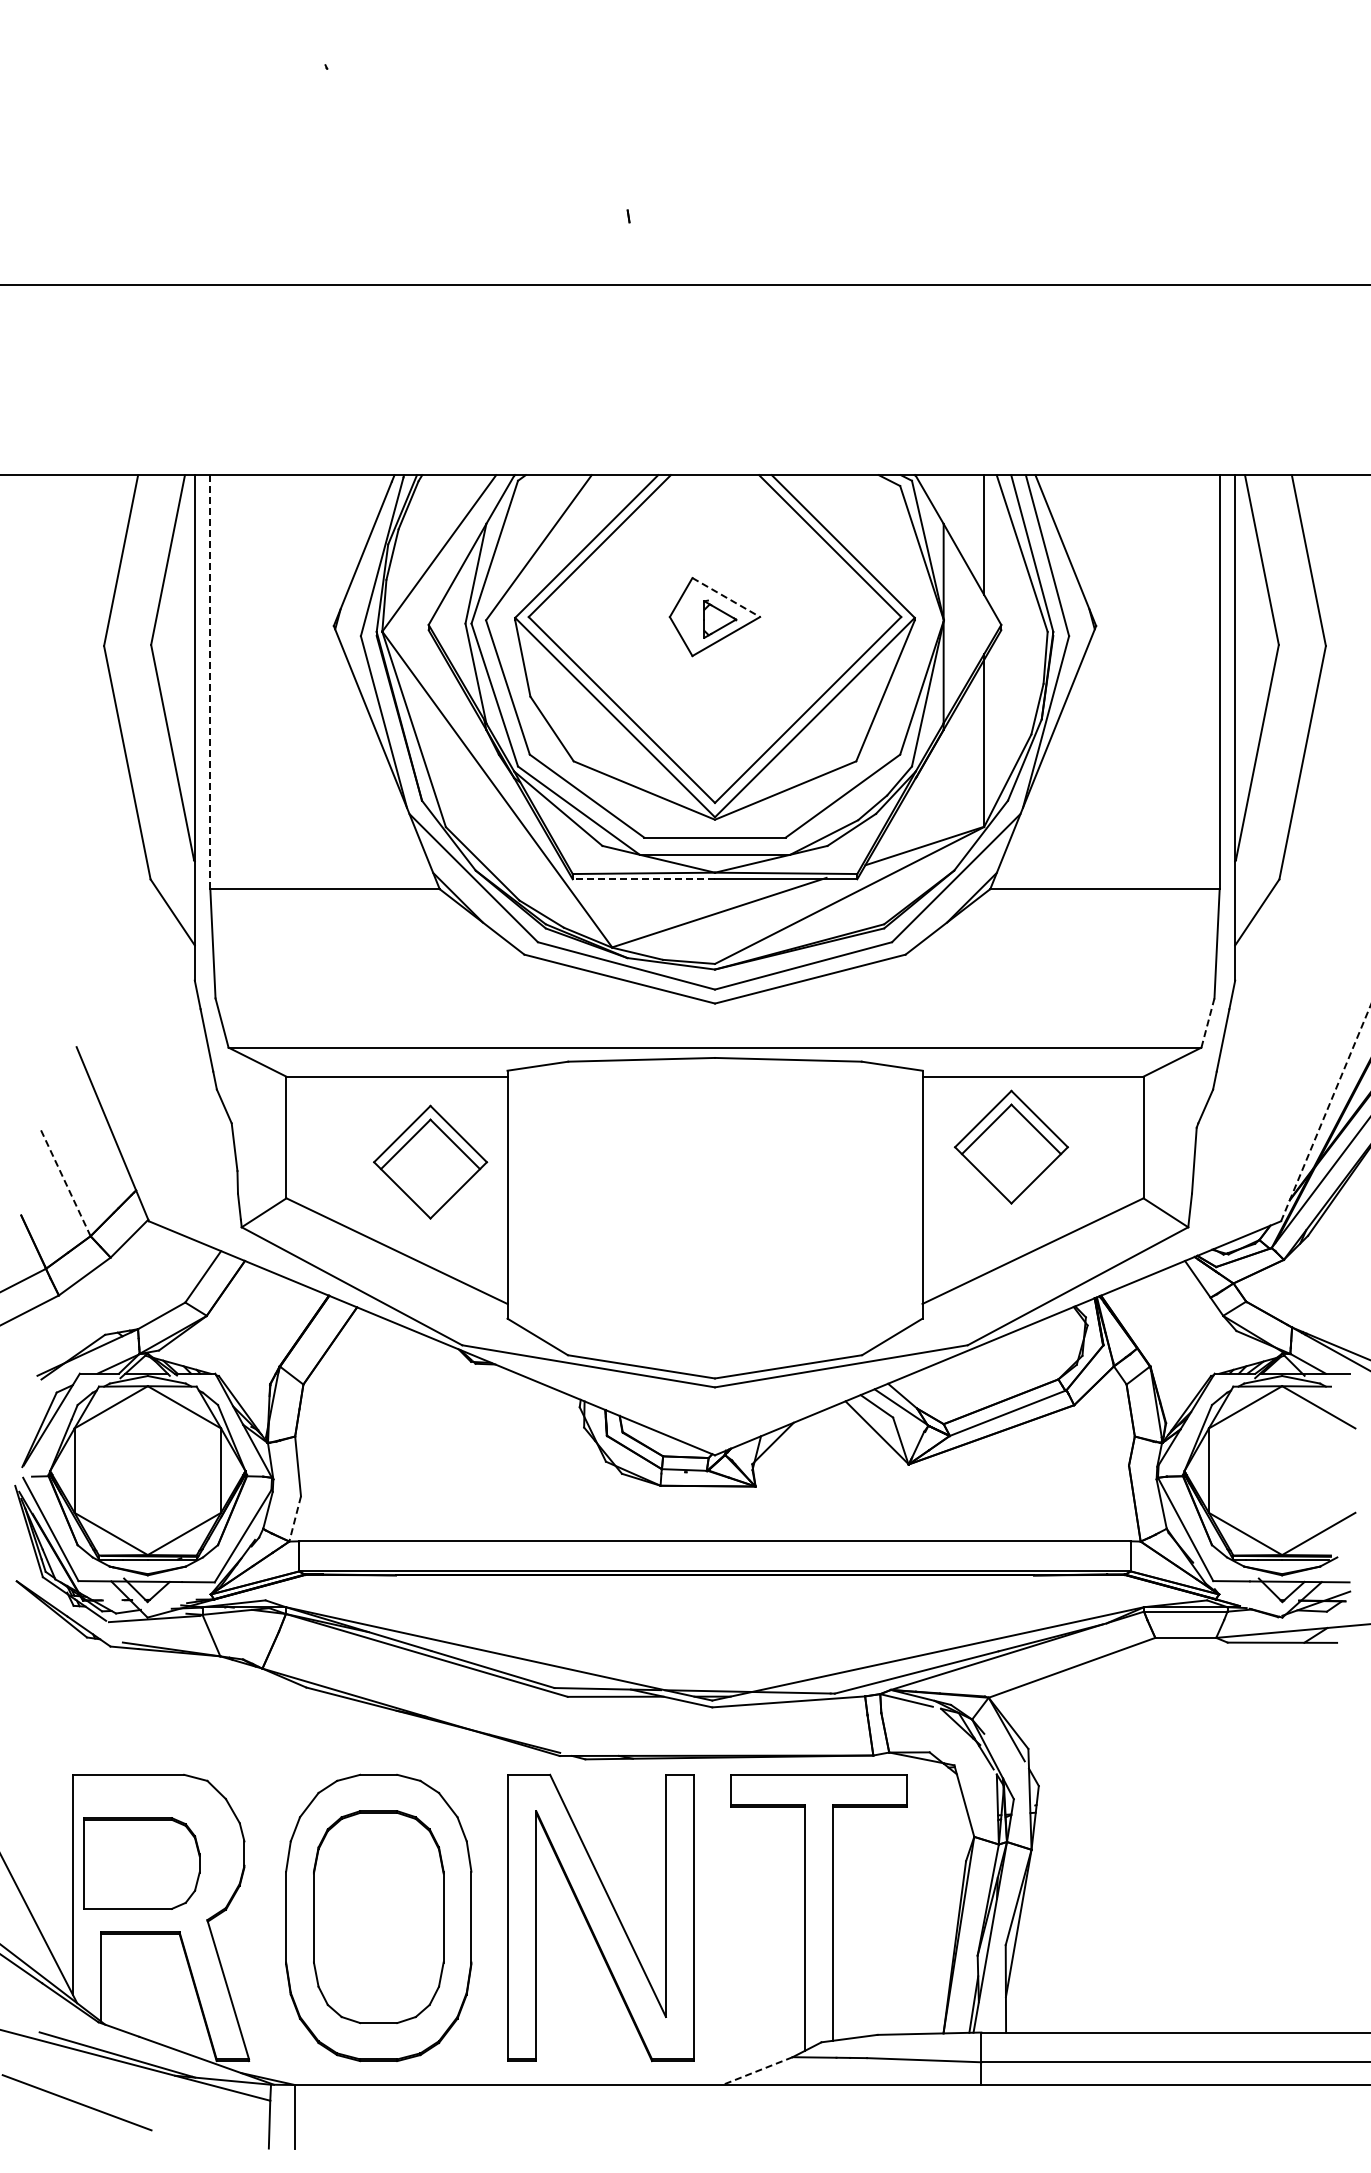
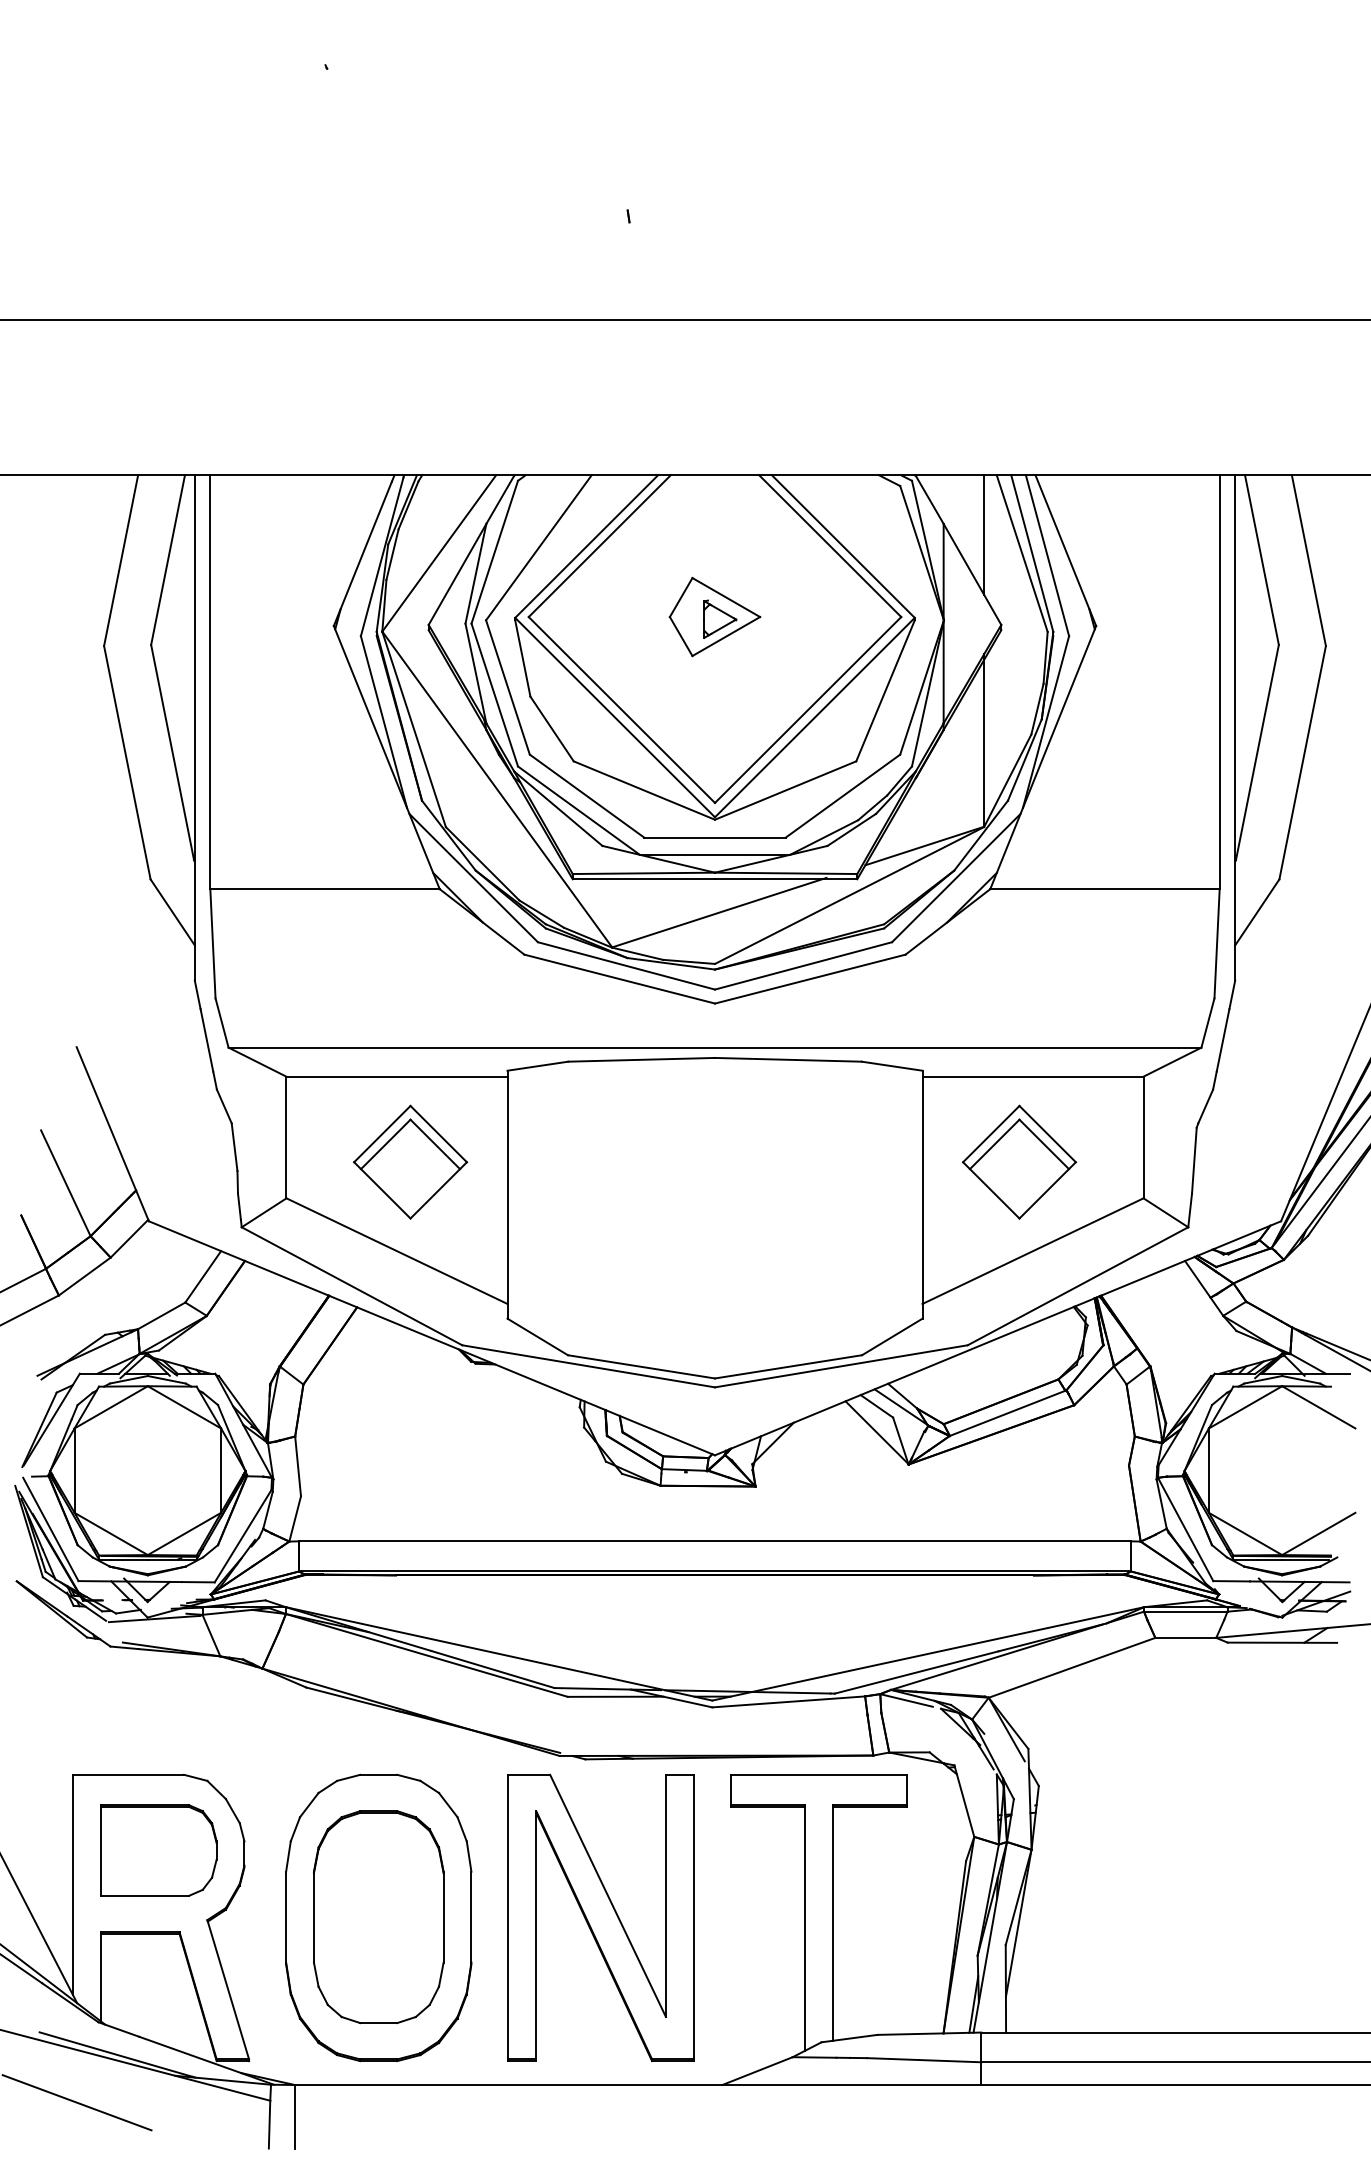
line at (684, 285) position: (684, 285) -> (684, 320)
line at (726, 597): dashed -> solid
line at (210, 682): dashed -> solid
line at (643, 879): dashed -> solid
line at (1208, 1022): dashed -> solid
line at (1325, 1113): dashed -> solid
part at (1010, 1146) position: (1010, 1146) -> (1018, 1161)
part at (430, 1161) position: (430, 1161) -> (410, 1161)
line at (66, 1183): dashed -> solid
line at (295, 1519): dashed -> solid
part at (141, 1863) position: (141, 1863) -> (158, 1850)
line at (757, 2071): dashed -> solid
